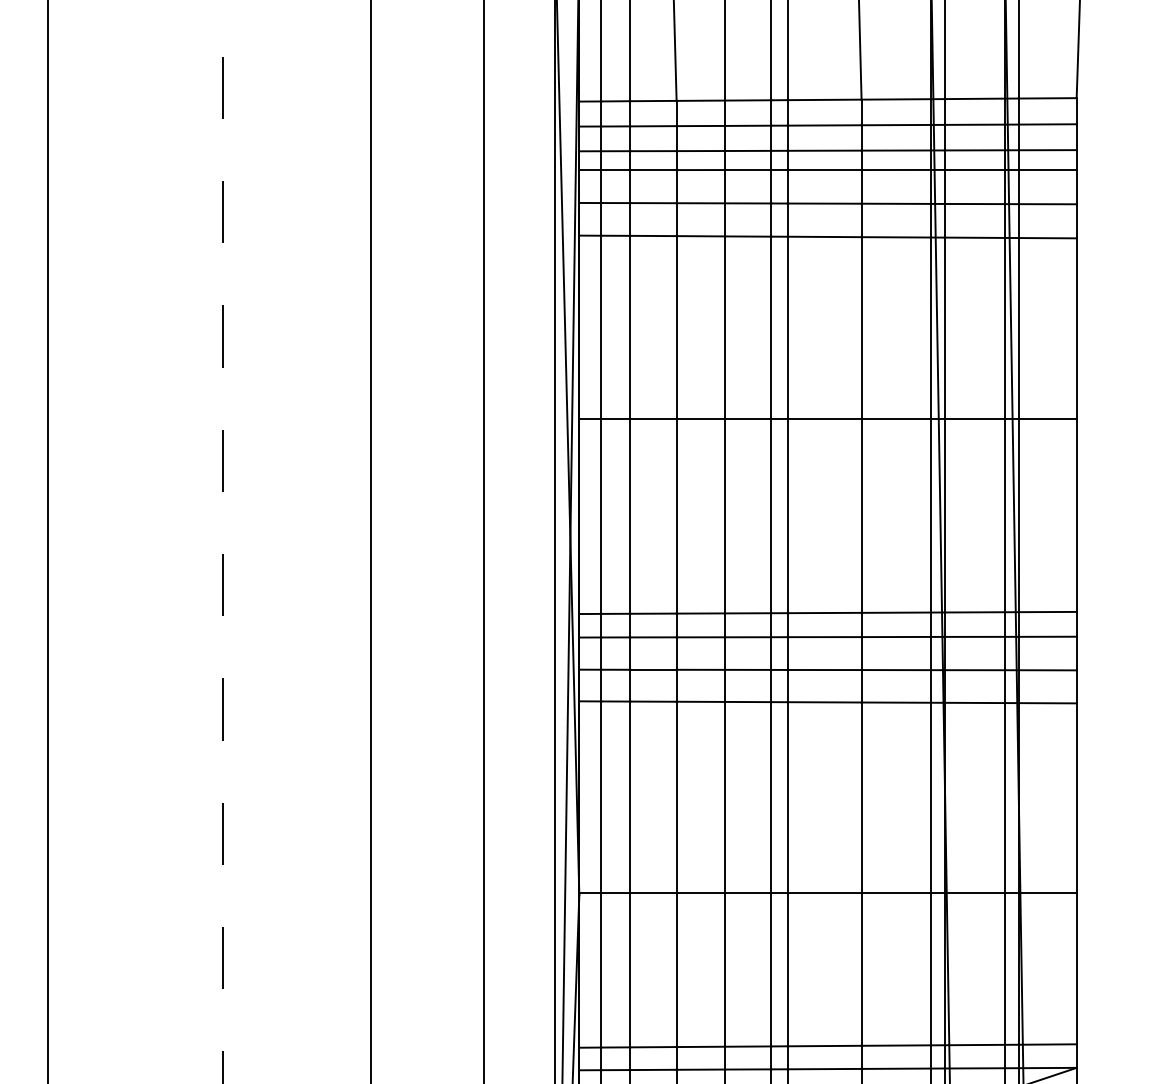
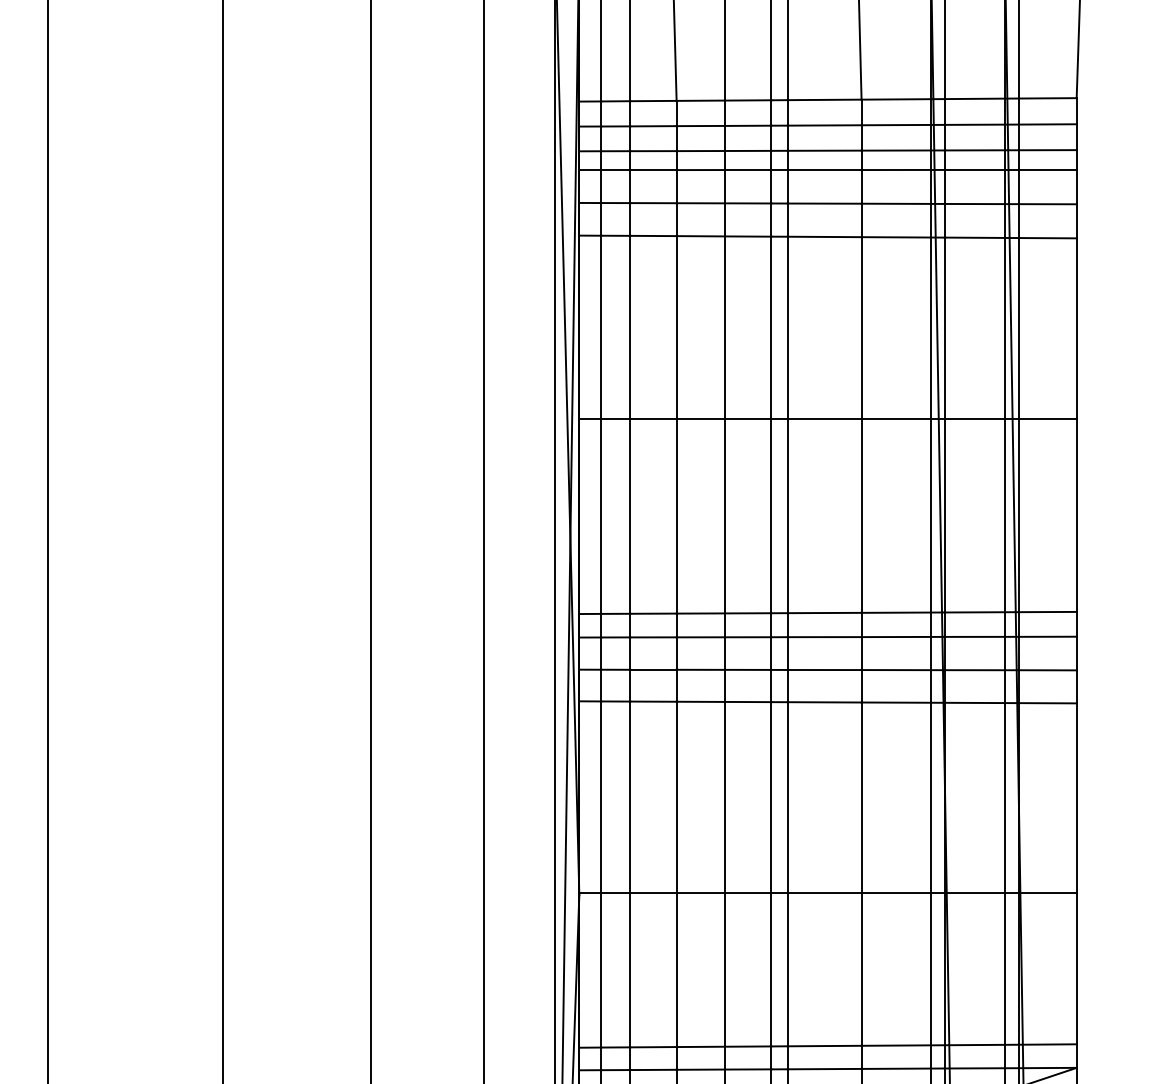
line at (222, 542): dashed -> solid
